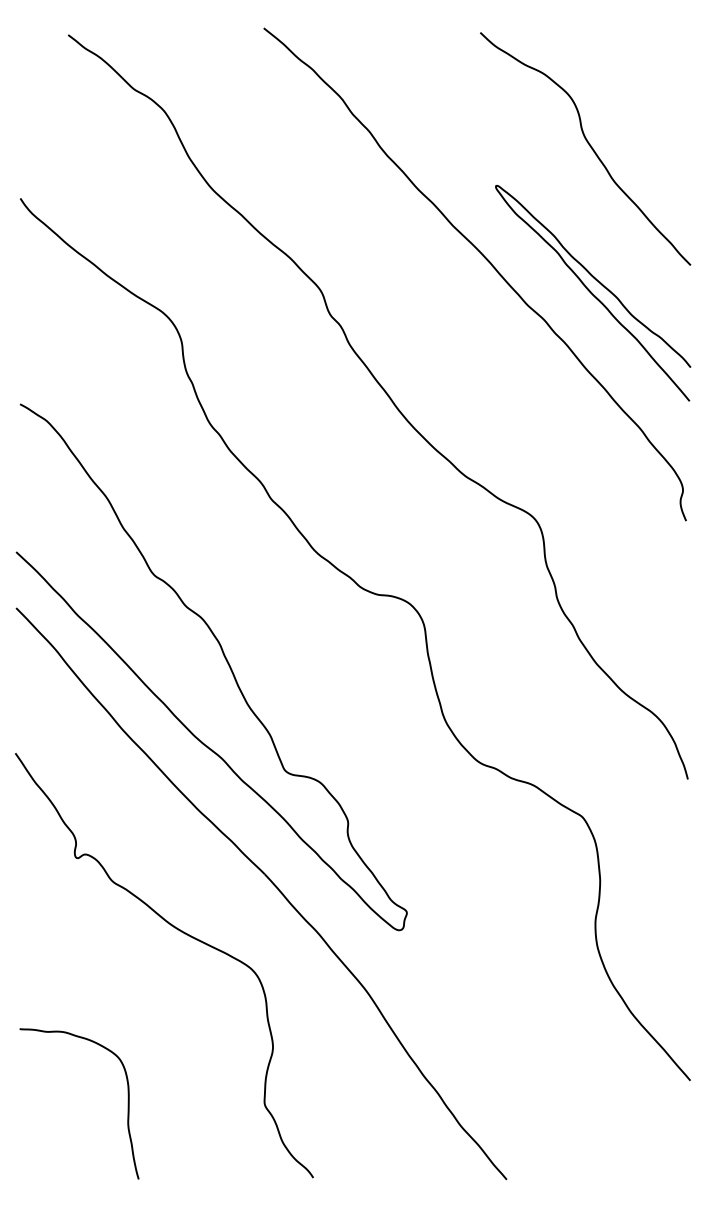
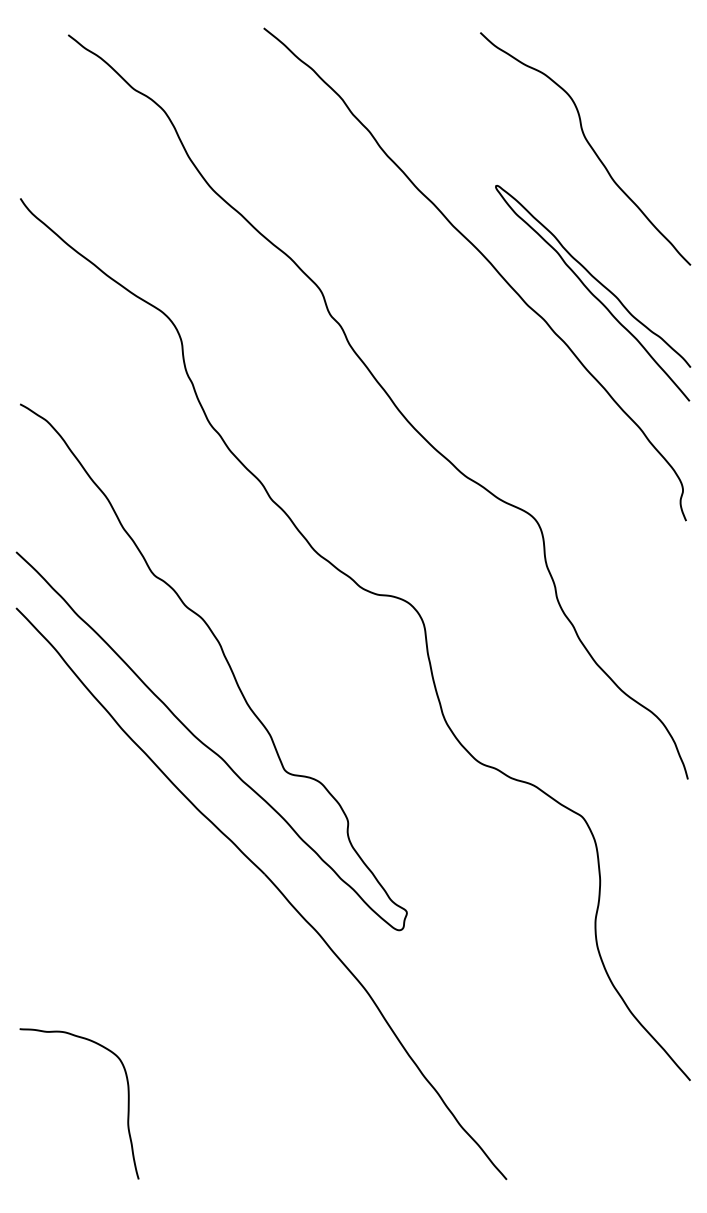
curve at (181, 932): present -> none
